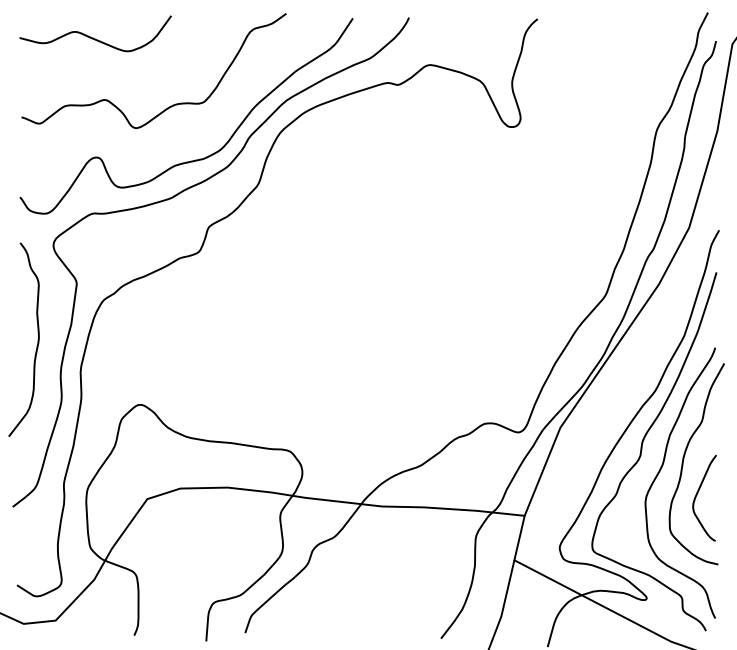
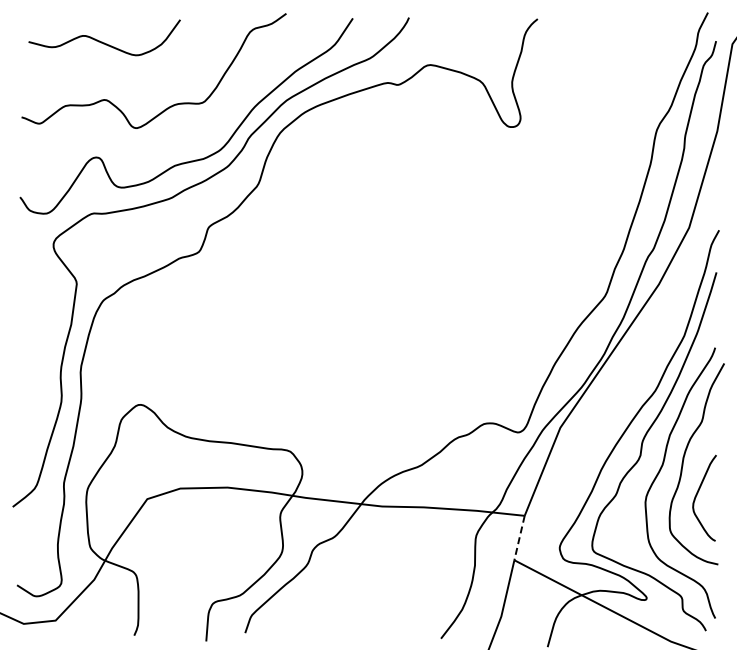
curve at (93, 37) position: (93, 37) -> (102, 41)
curve at (37, 339): present -> none
line at (519, 538): solid -> dashed
